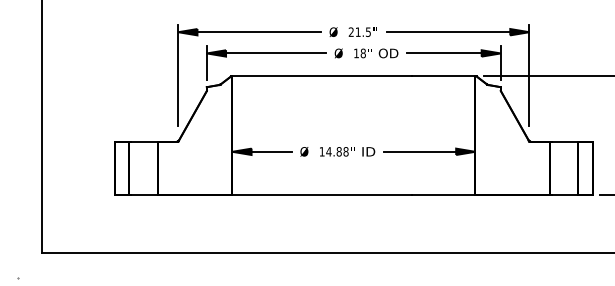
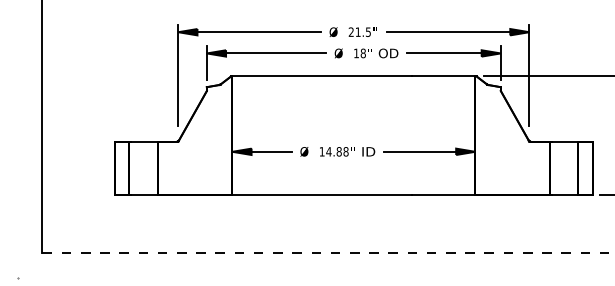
line at (328, 253): solid -> dashed
